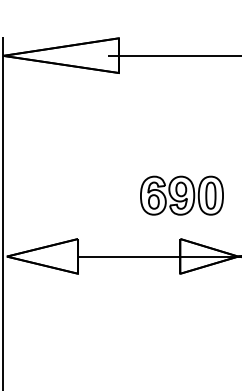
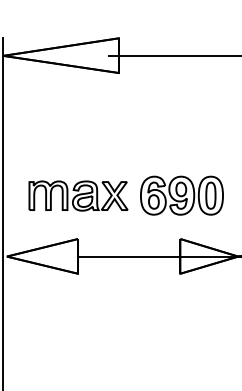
part at (78, 195): none -> present
